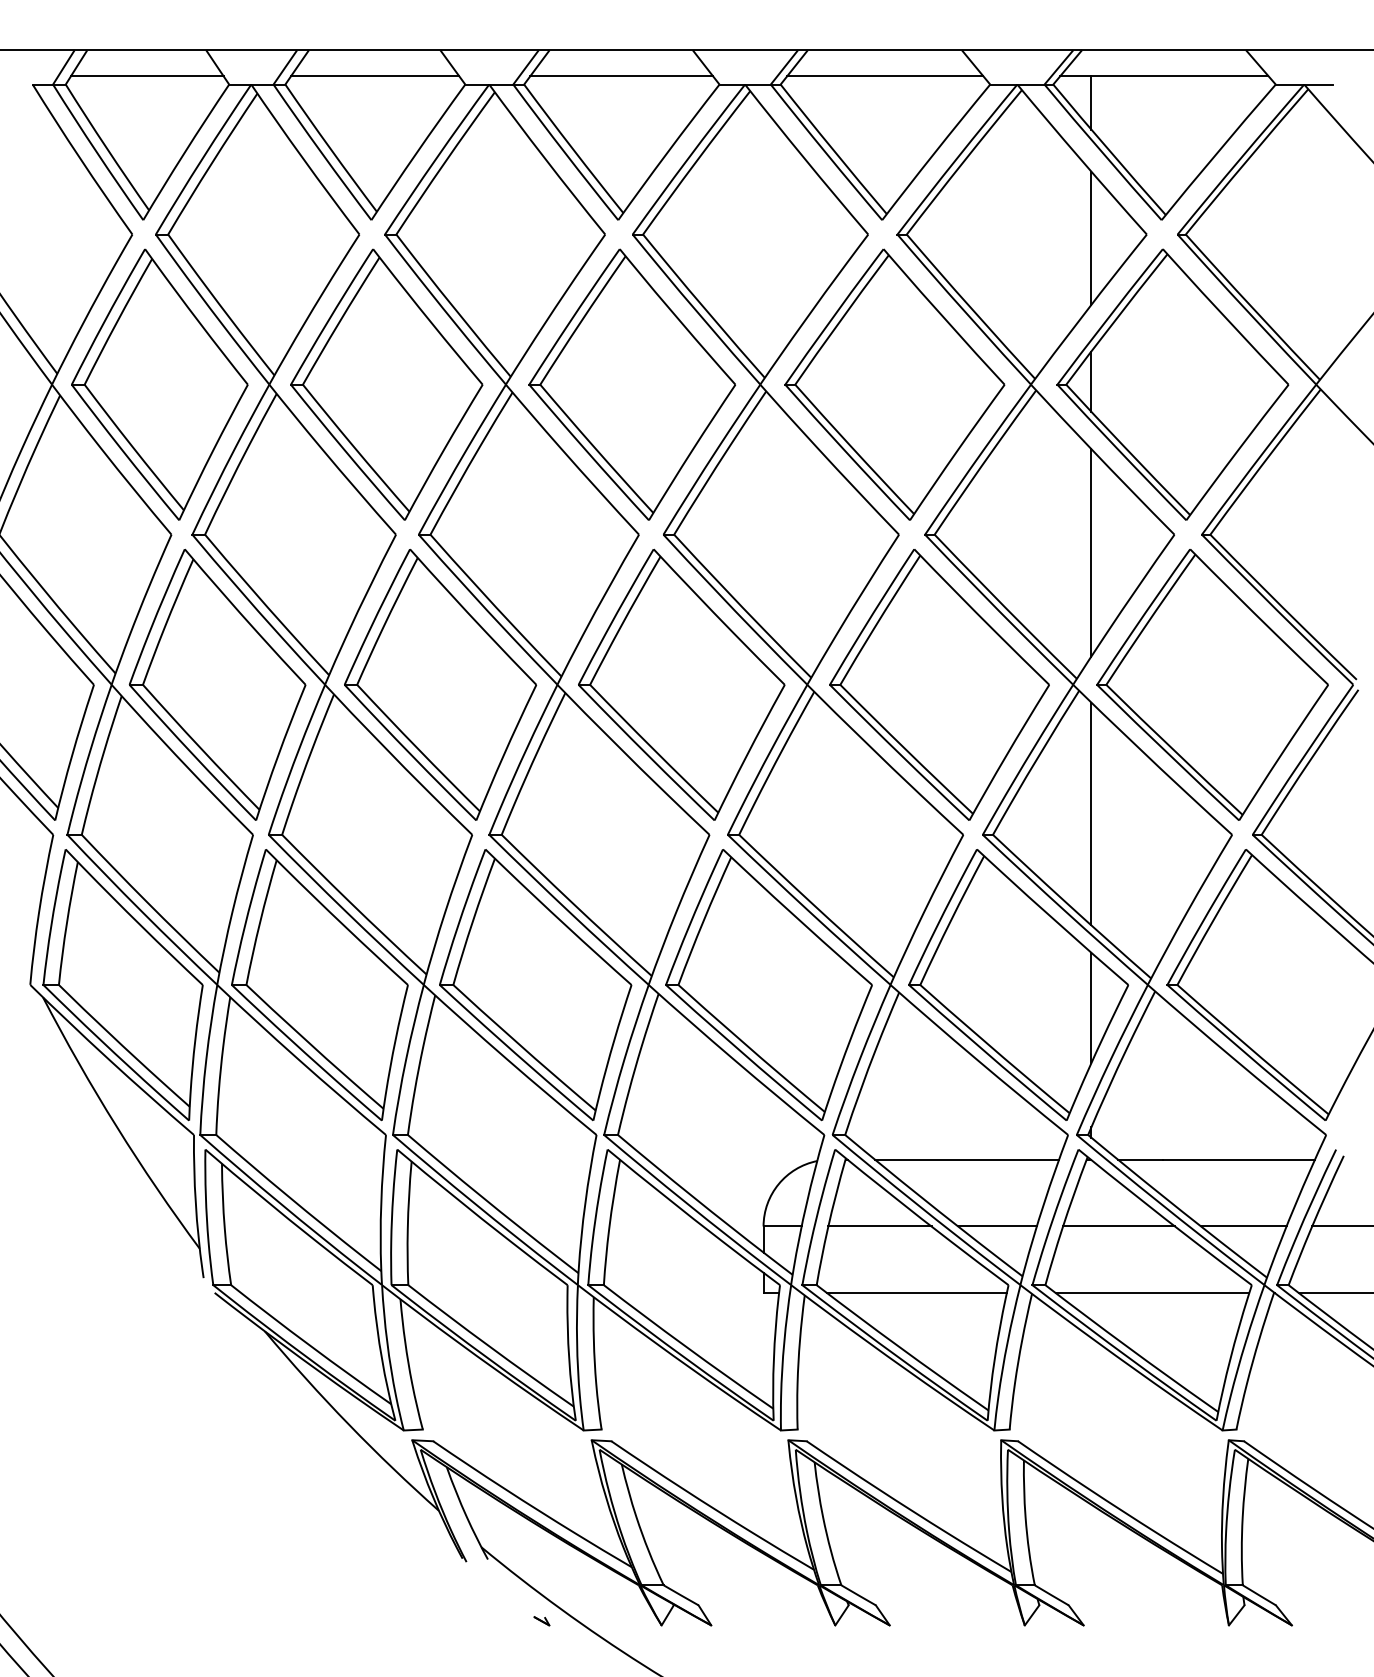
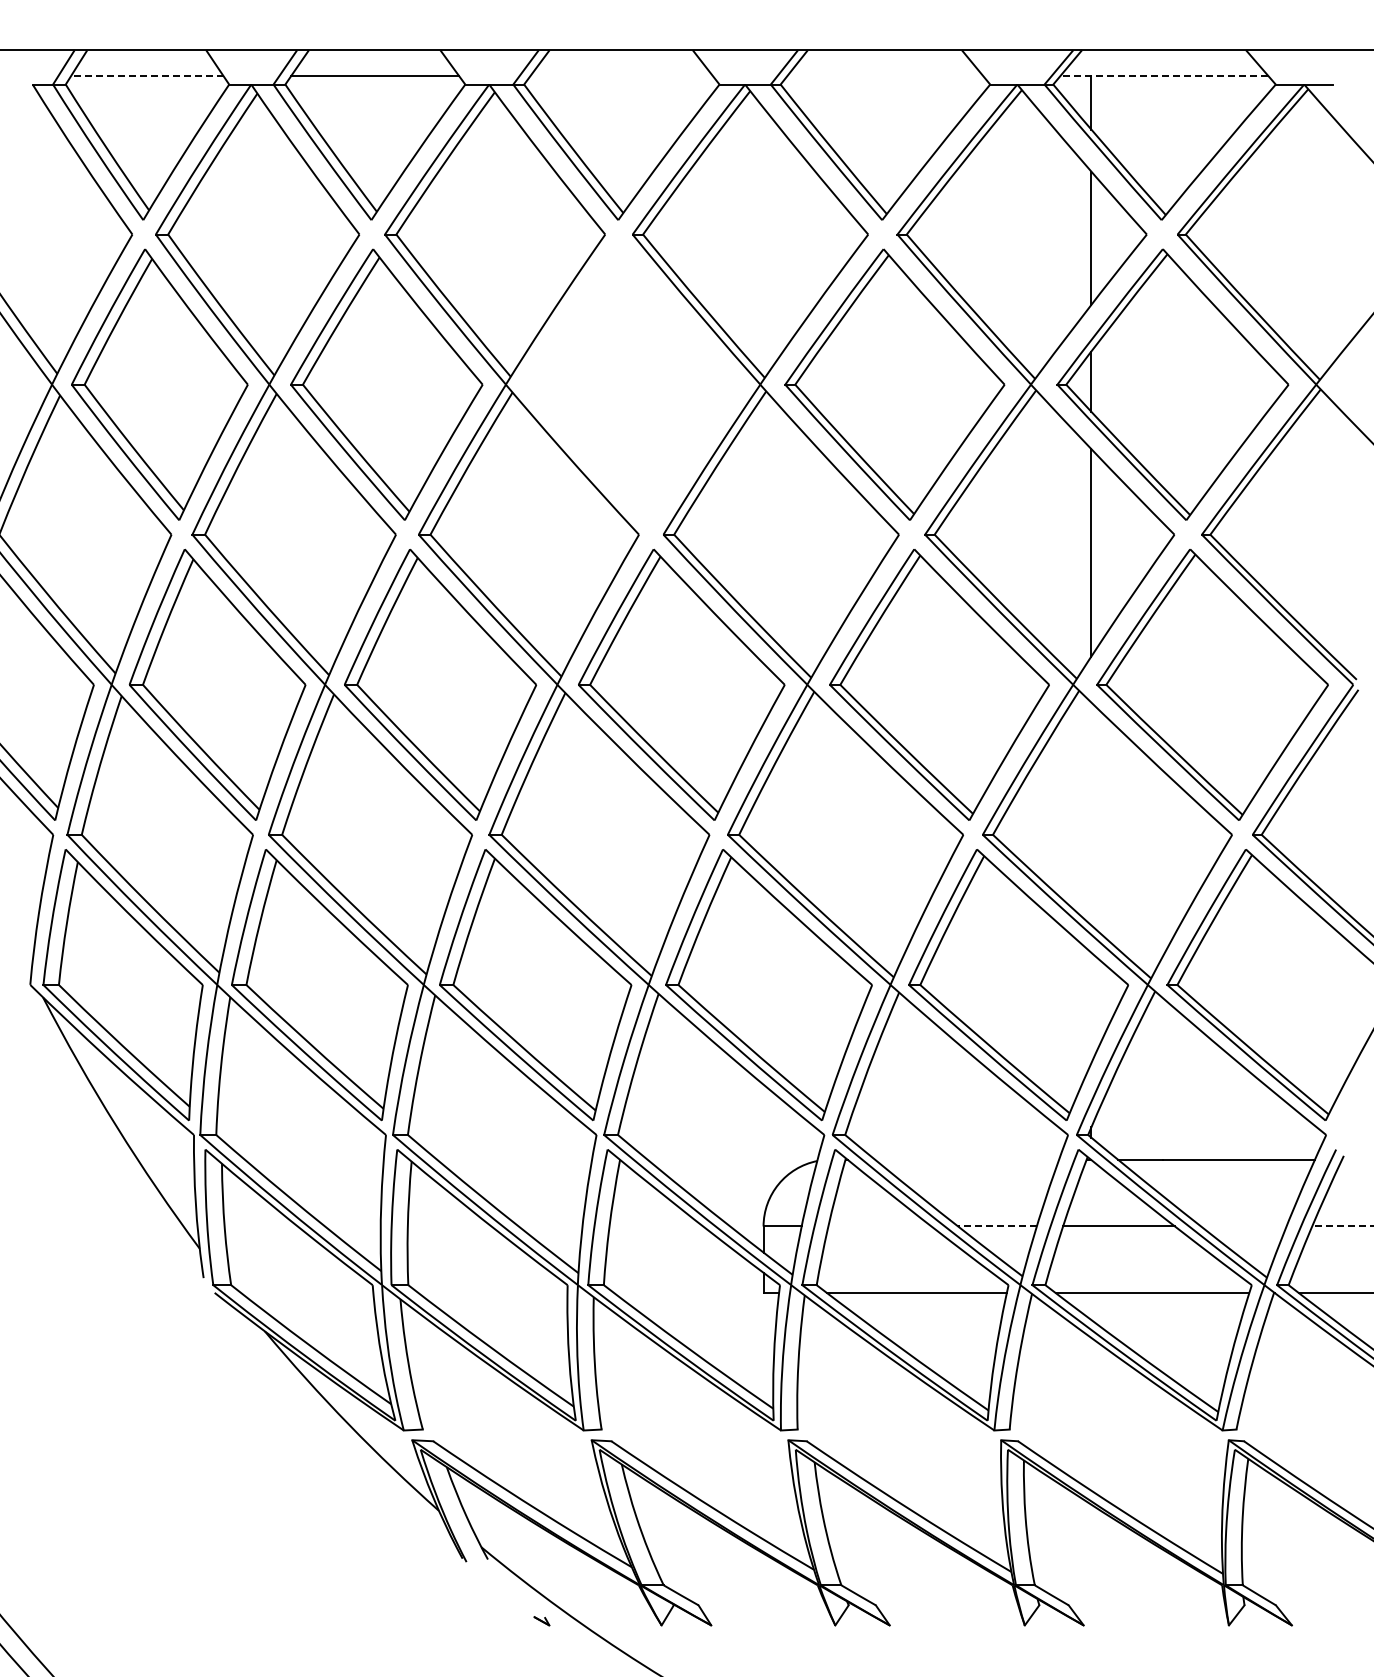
line at (146, 76): solid -> dashed
line at (621, 76): present -> none
line at (885, 76): present -> none
line at (1163, 76): solid -> dashed
part at (631, 384): present -> none
line at (1091, 813): present -> none
line at (1091, 1007): present -> none
line at (967, 1159): present -> none
line at (879, 1226): present -> none
line at (996, 1226): solid -> dashed
line at (1243, 1226): present -> none
line at (1342, 1226): solid -> dashed
